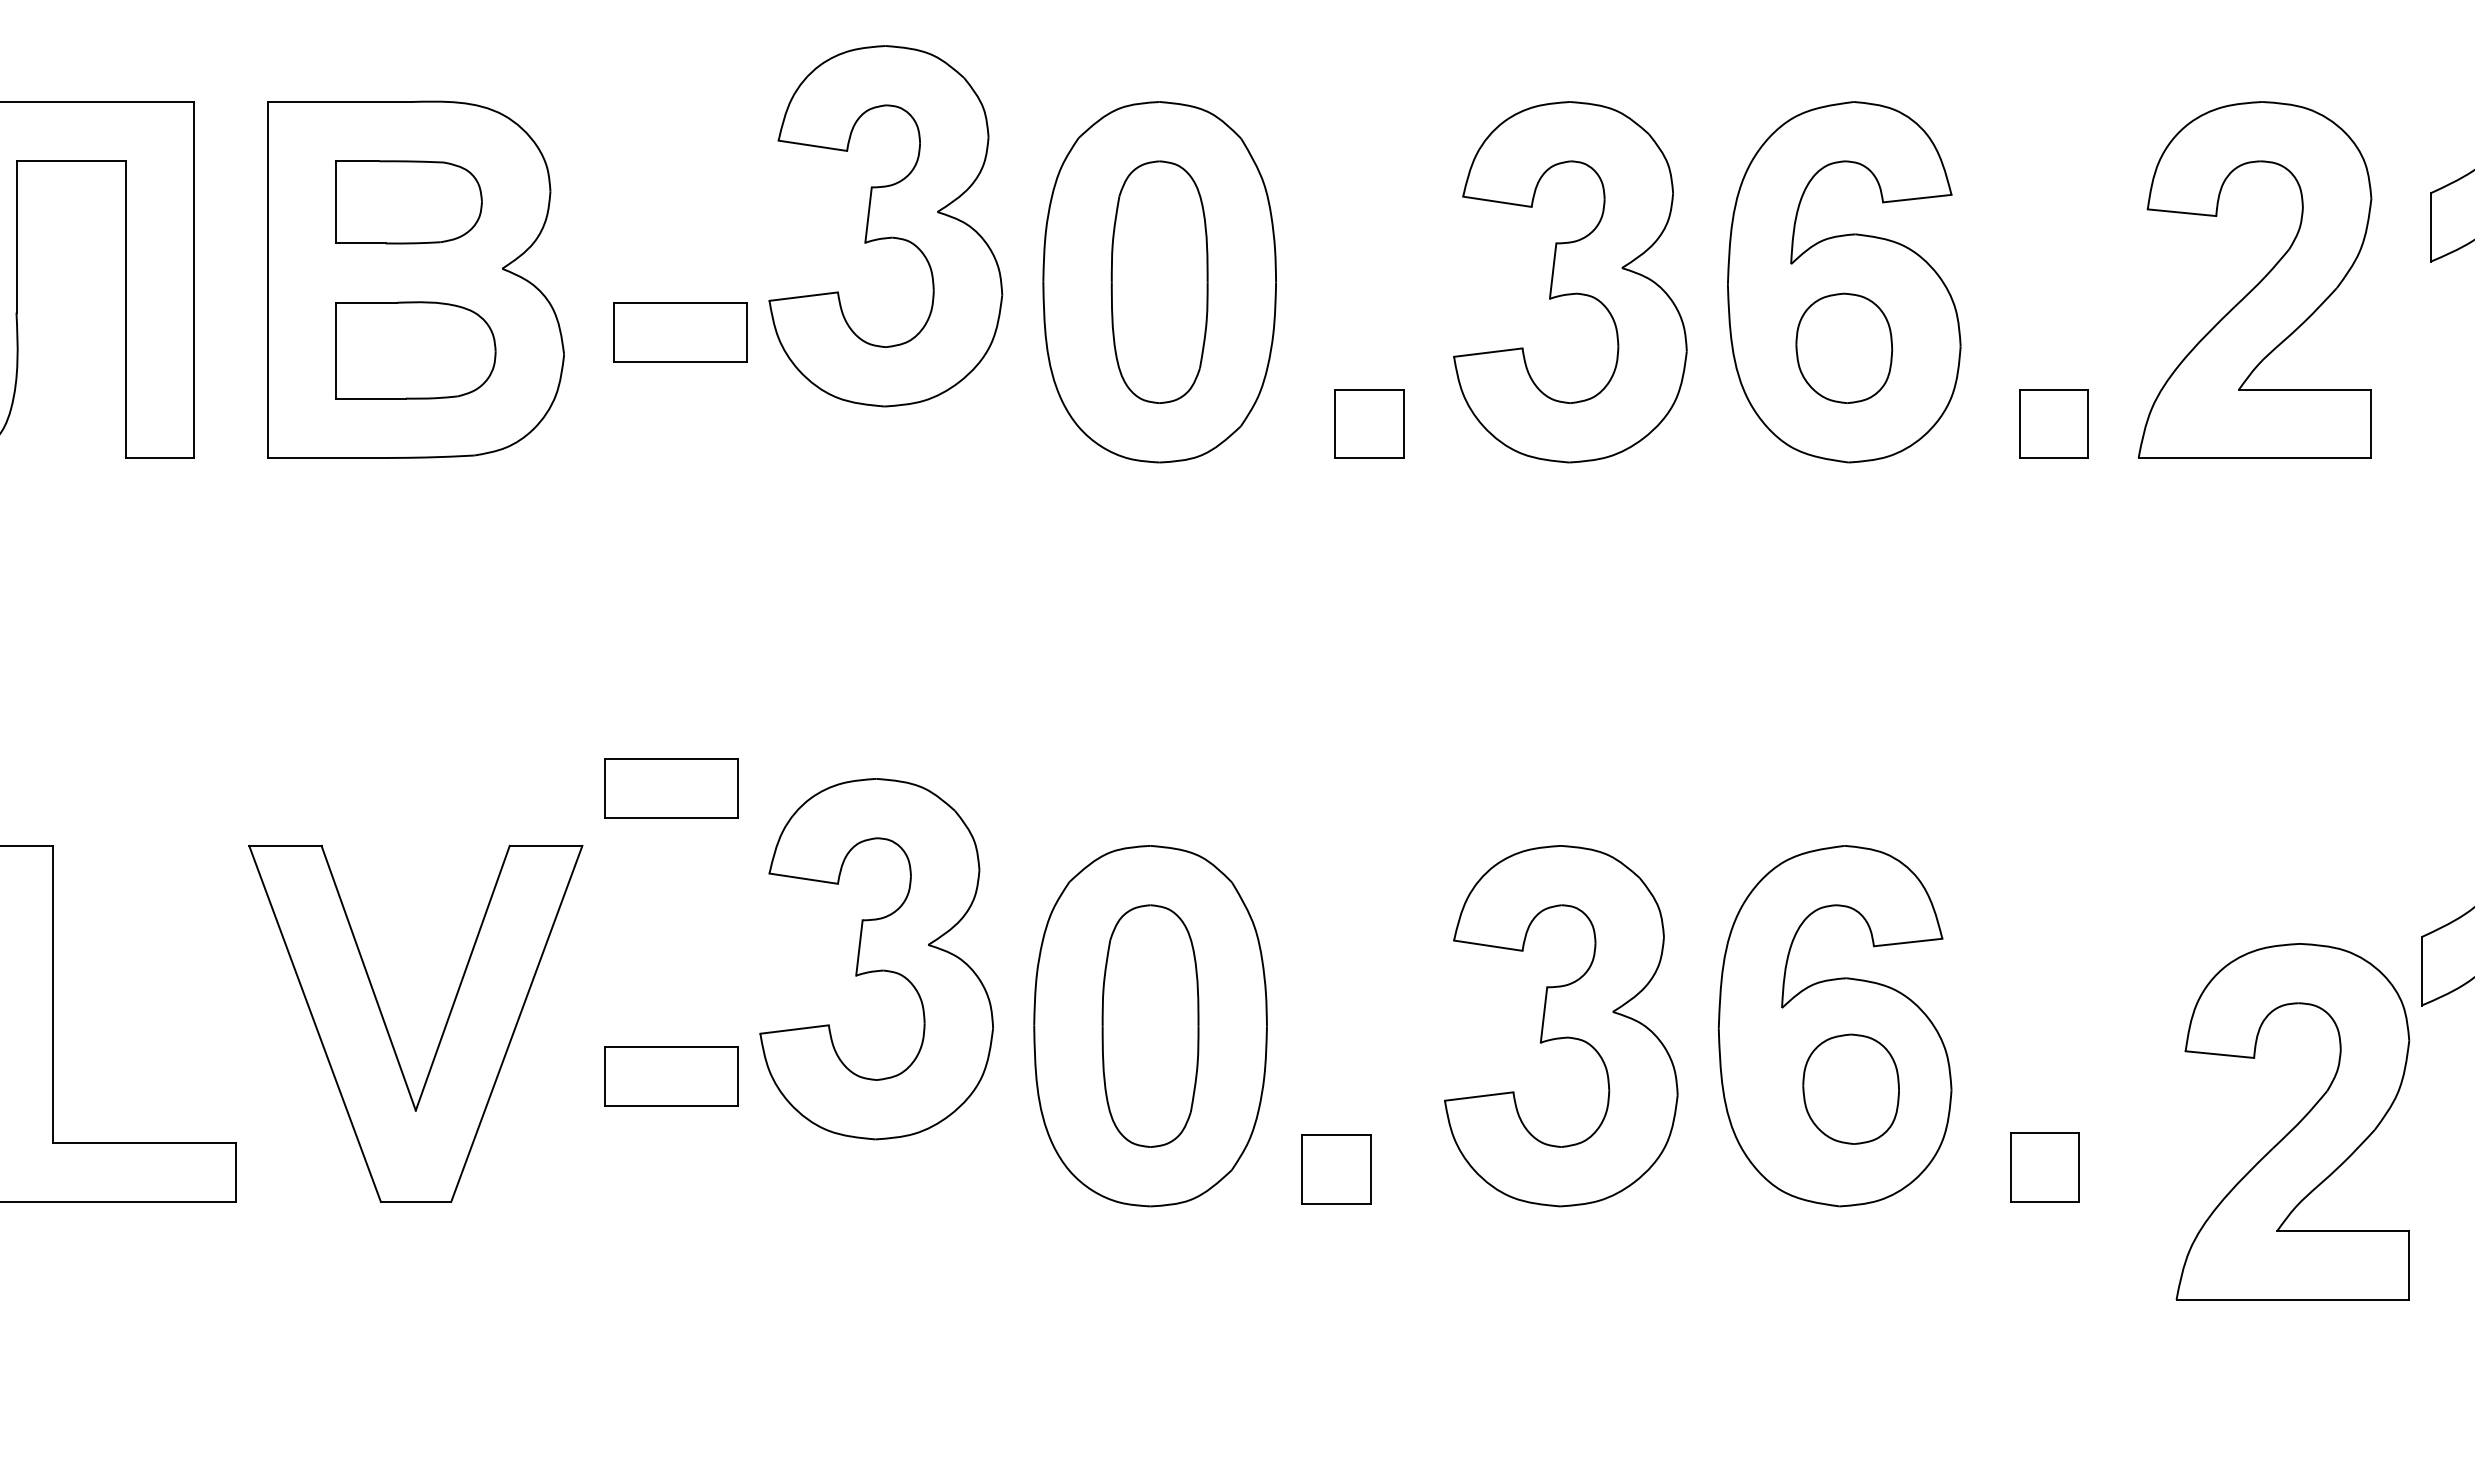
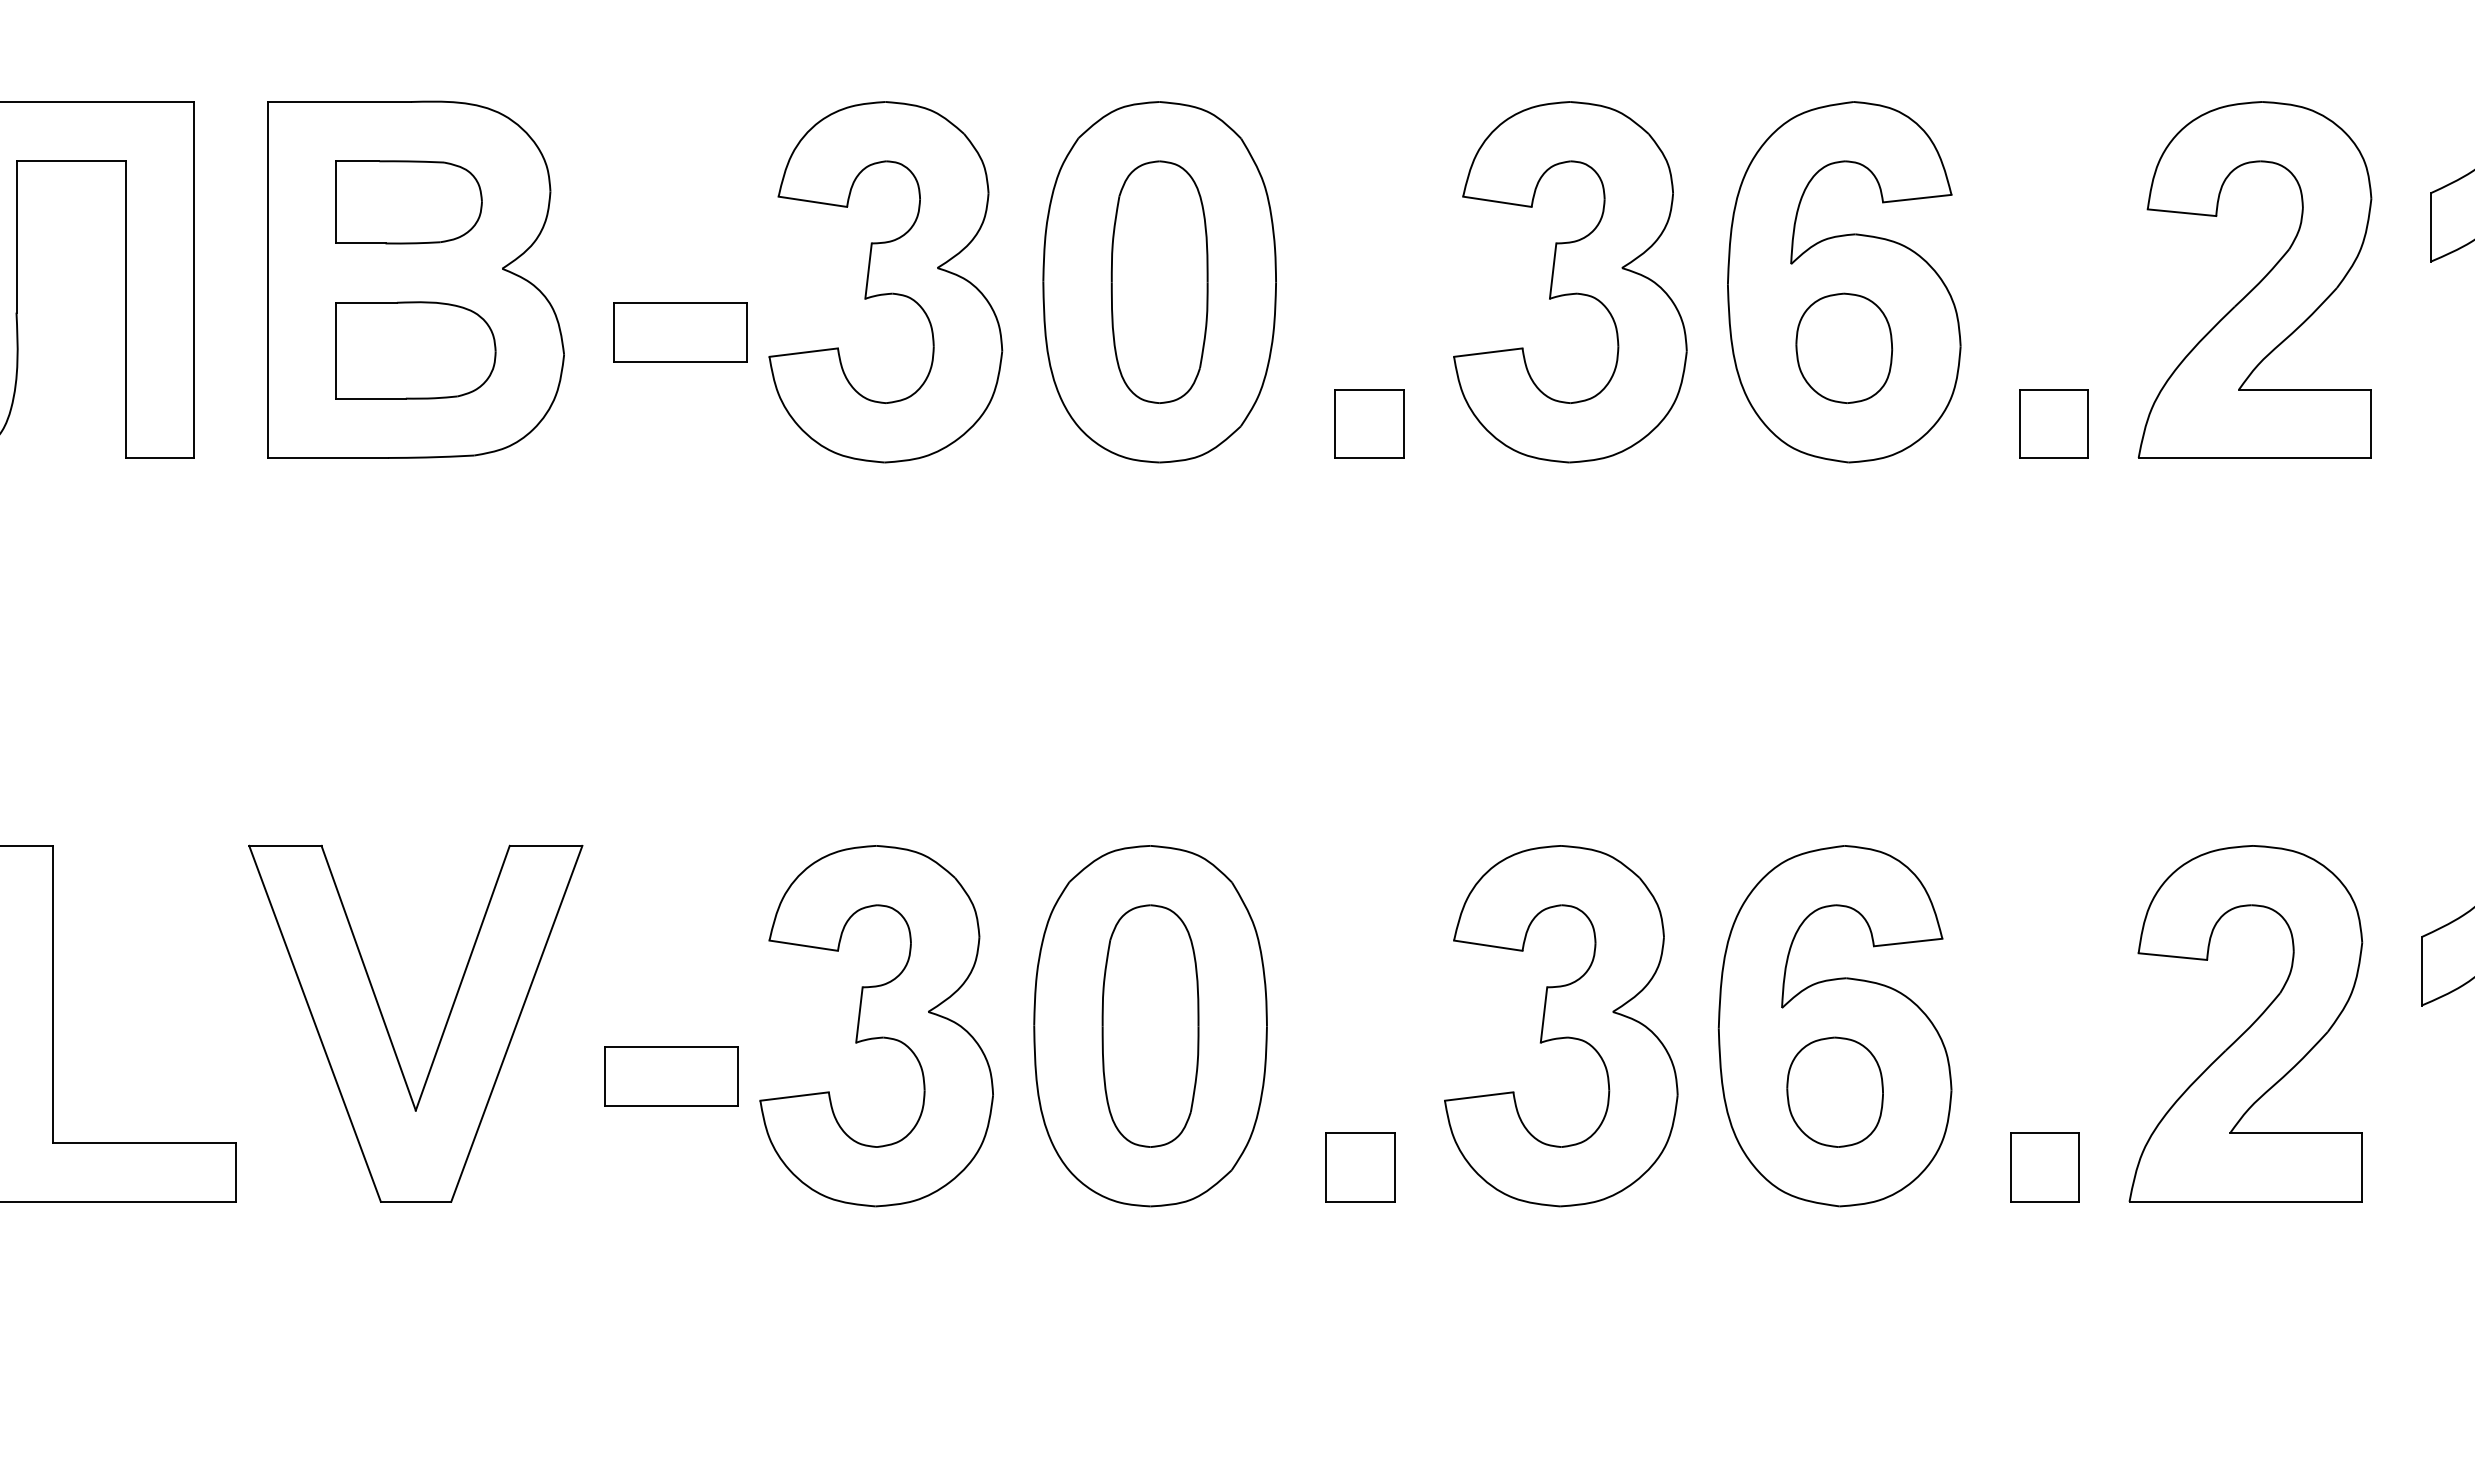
part at (885, 226) position: (885, 226) -> (885, 282)
part at (671, 788): present -> none
part at (876, 959) position: (876, 959) -> (876, 1026)
part at (1850, 1088) position: (1850, 1088) -> (1834, 1091)
part at (2292, 1121) position: (2292, 1121) -> (2245, 1023)
part at (1336, 1169) position: (1336, 1169) -> (1360, 1167)
